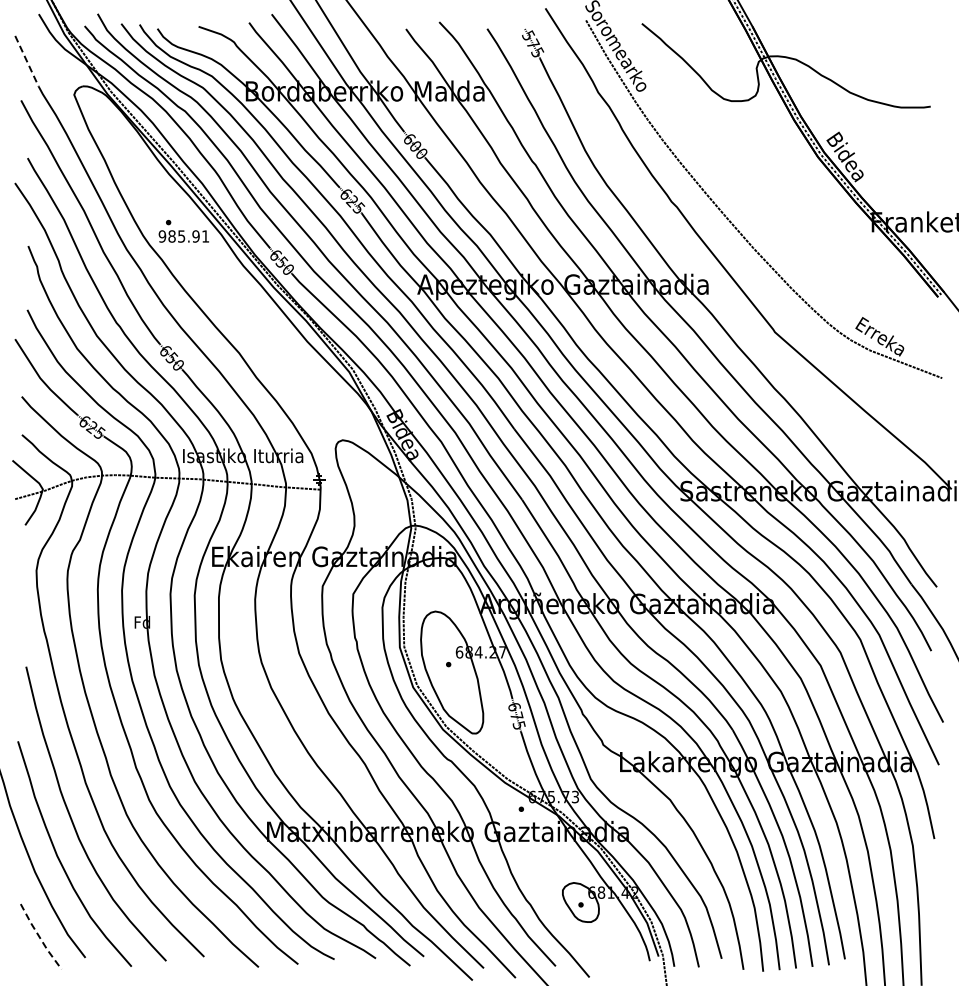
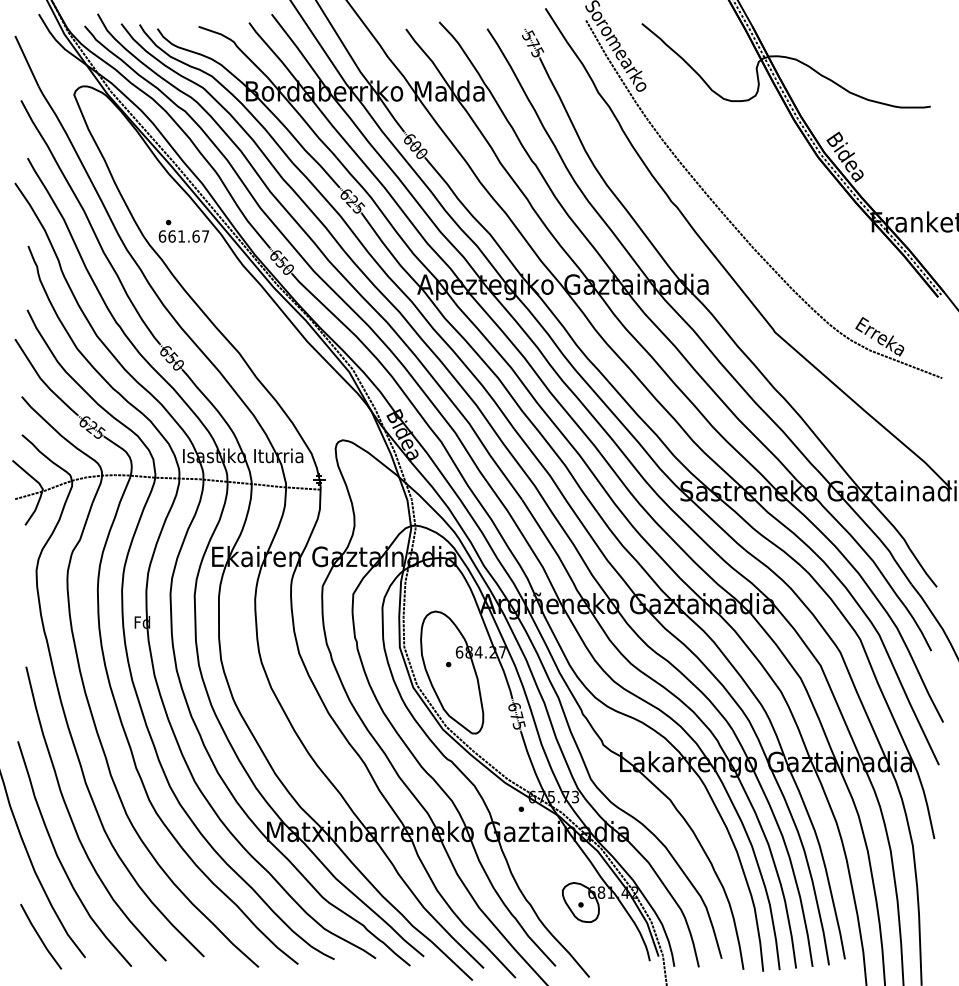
line at (26, 61): dashed -> solid
text at (183, 236): 985.91 -> 661.67
line at (40, 938): dashed -> solid
